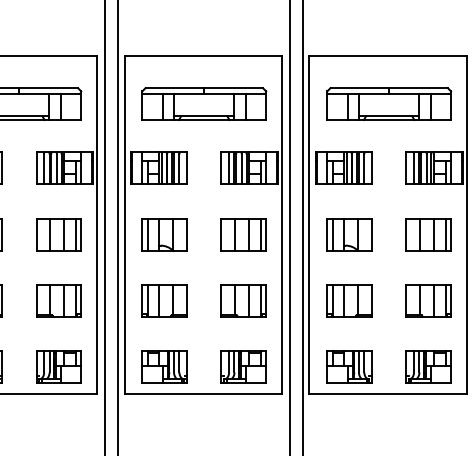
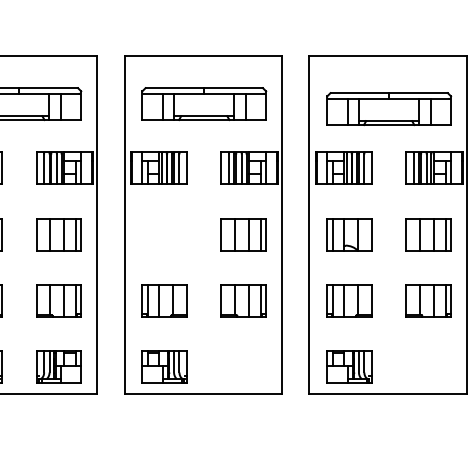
part at (389, 103) position: (389, 103) -> (389, 108)
line at (105, 227): present -> none
line at (118, 227): present -> none
line at (290, 227): present -> none
line at (303, 227): present -> none
part at (164, 234): present -> none
part at (243, 366): present -> none
part at (428, 366): present -> none
